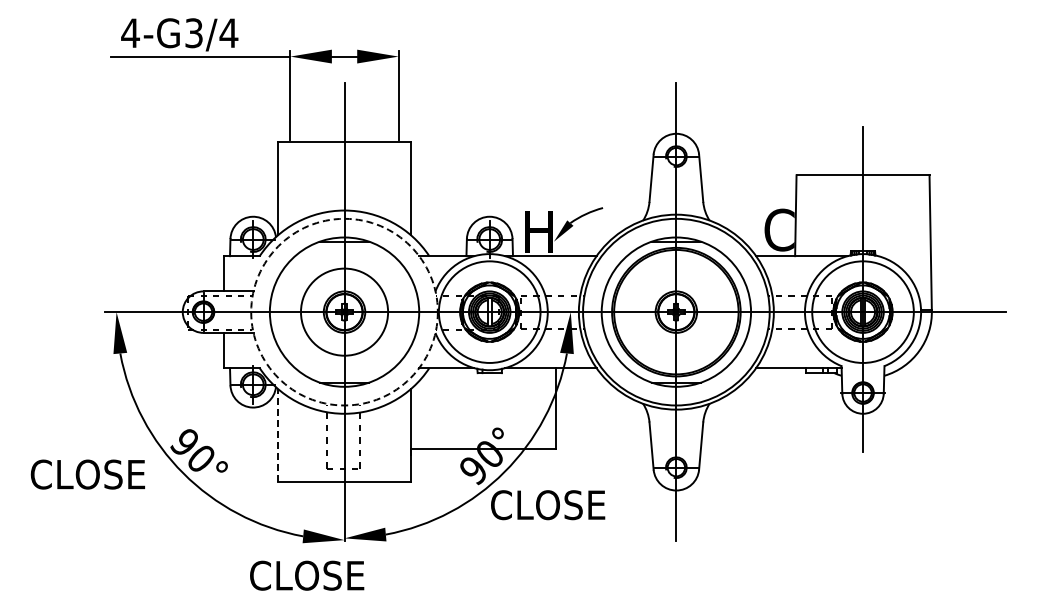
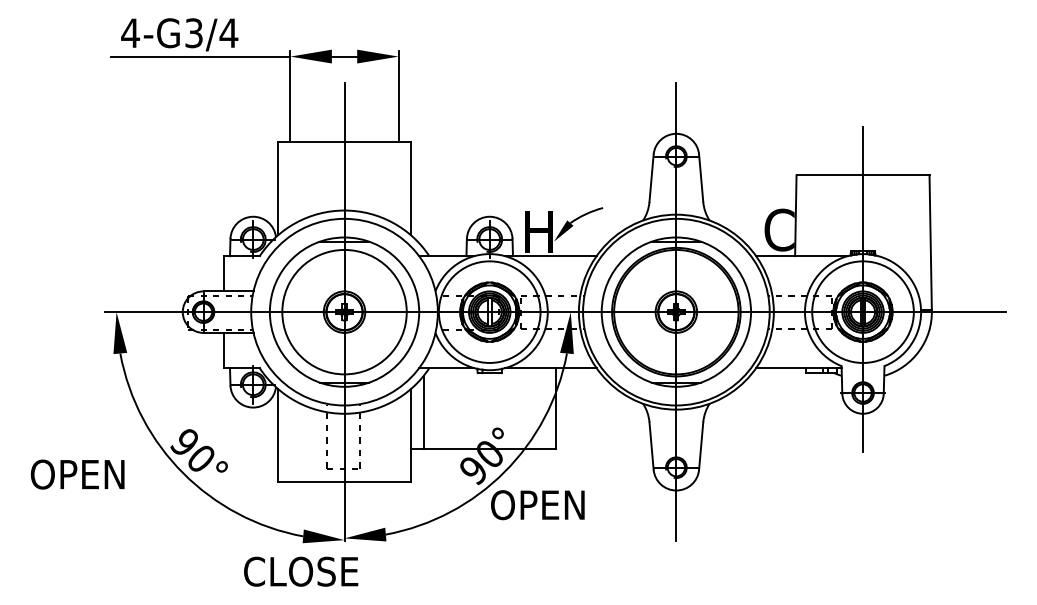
circle at (344, 311) diameter: 87 px -> 124 px
circle at (344, 311): dashed -> solid
line at (423, 412): none -> present
line at (278, 435): dashed -> solid
text at (90, 474): CLOSE -> OPEN
text at (550, 505): CLOSE -> OPEN
text at (307, 575) position: (307, 575) -> (301, 571)
